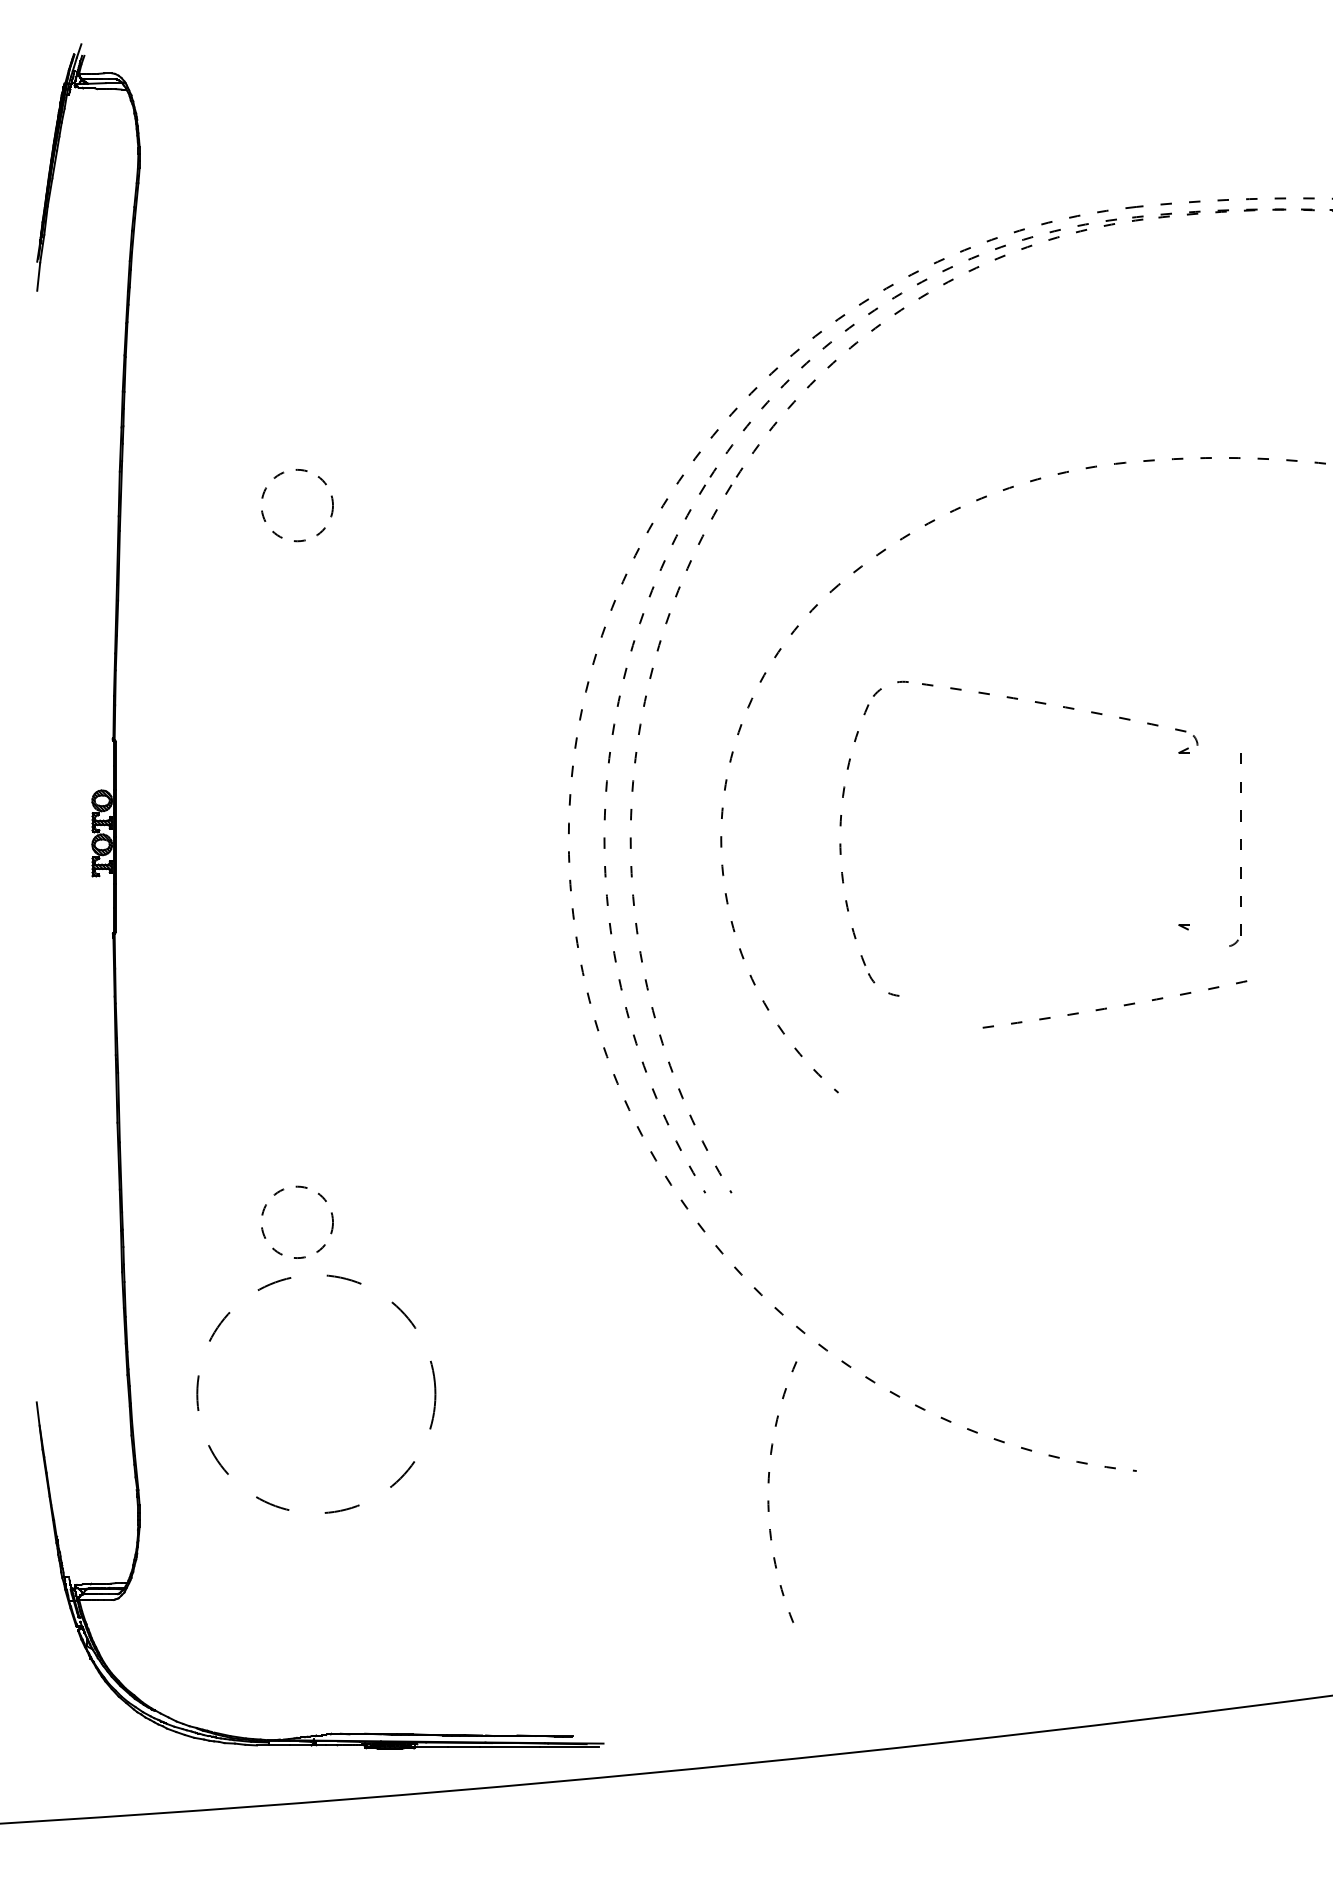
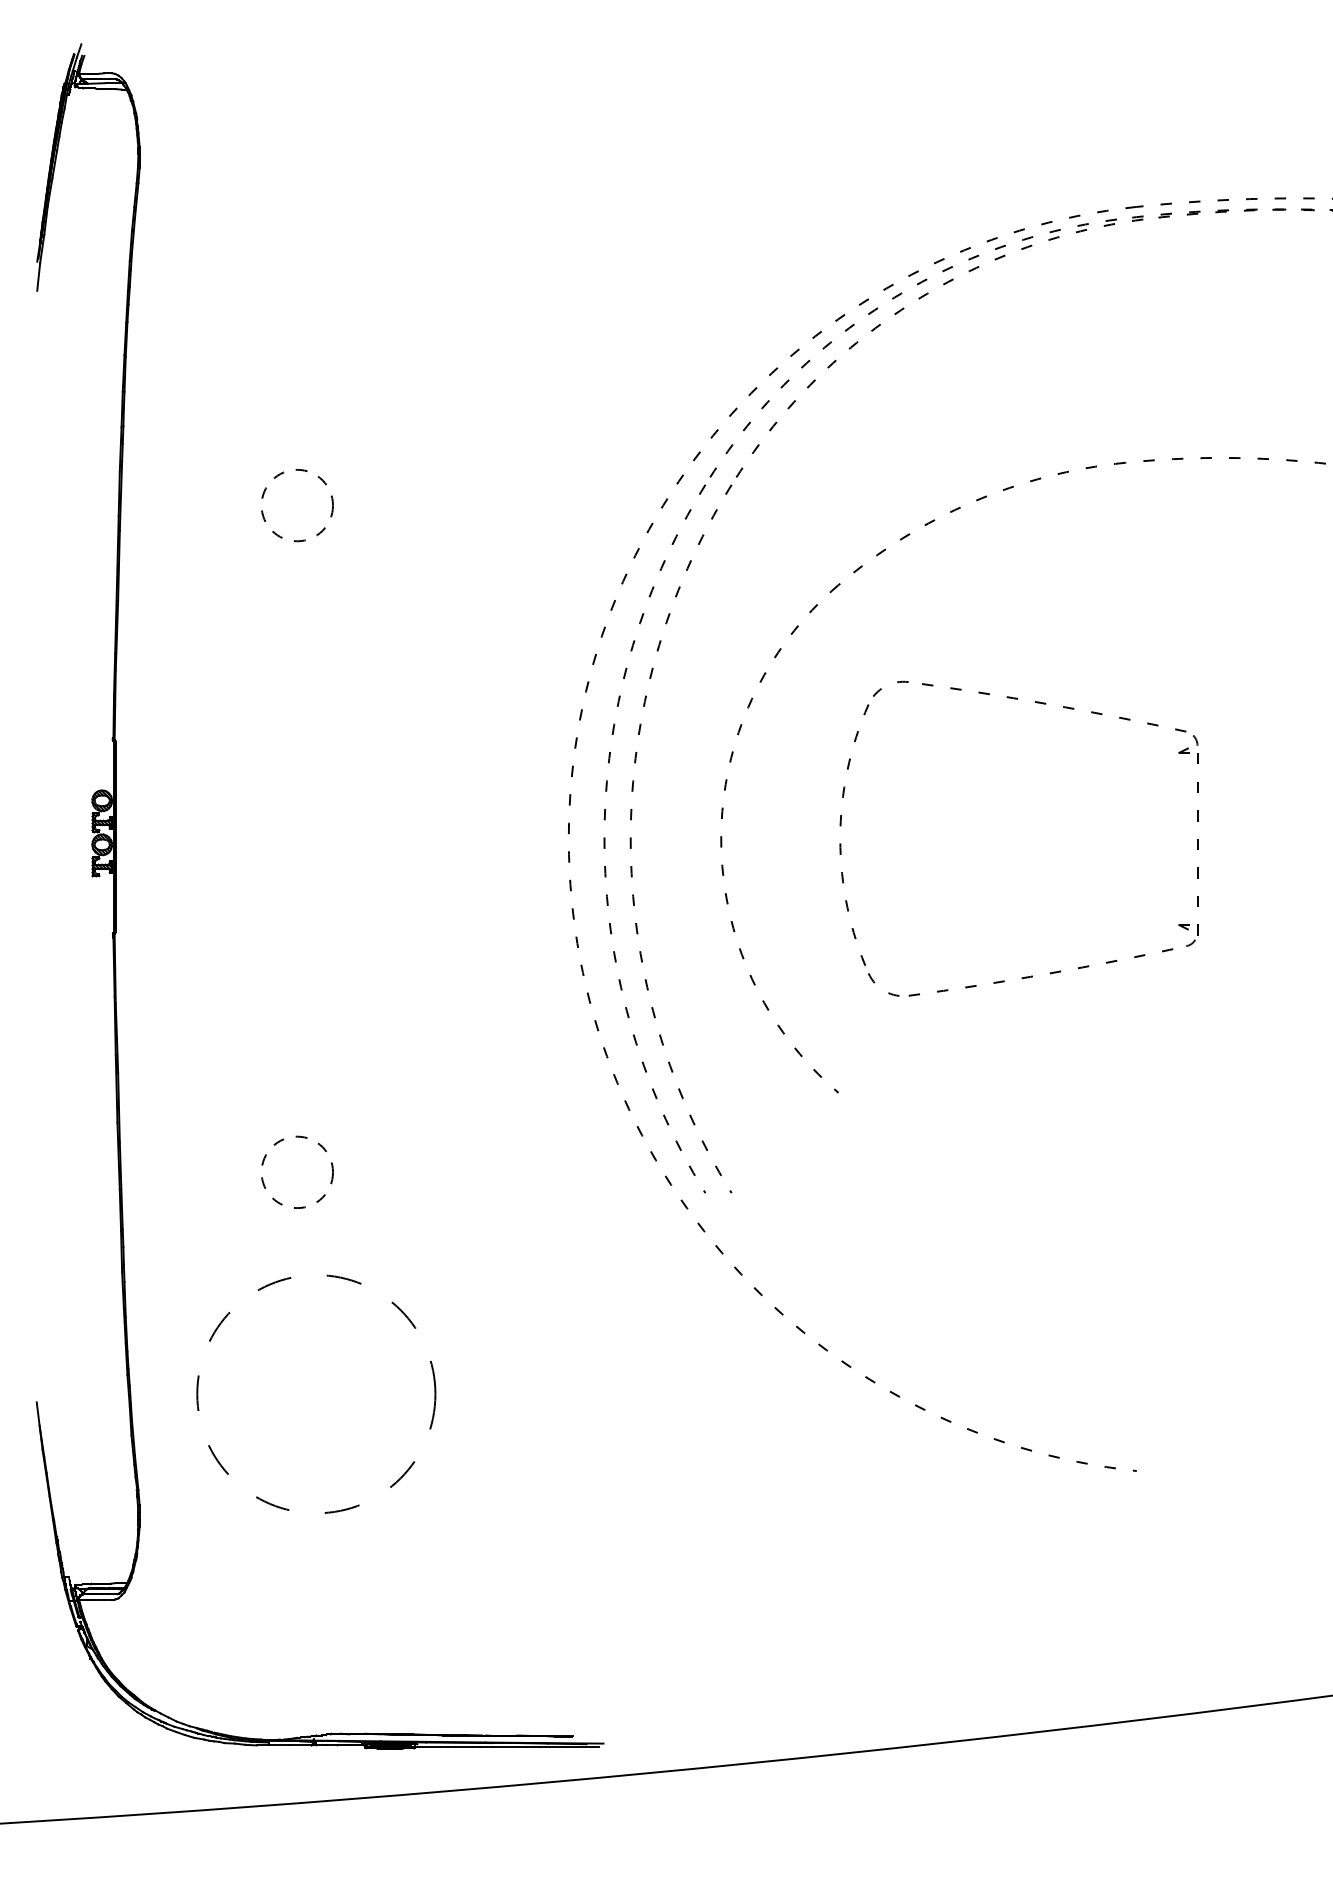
part at (1235, 849) position: (1235, 849) -> (1192, 849)
arc at (1106, 1007) position: (1106, 1007) -> (1032, 975)
circle at (297, 1221) position: (297, 1221) -> (297, 1171)
arc at (769, 1500): present -> none
